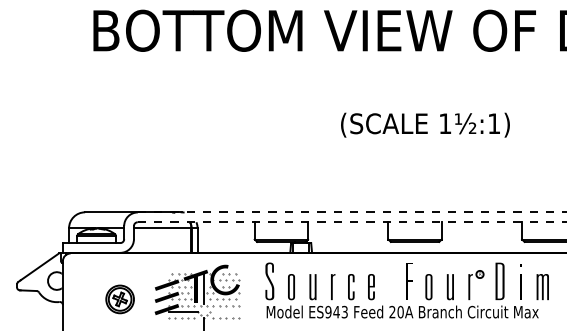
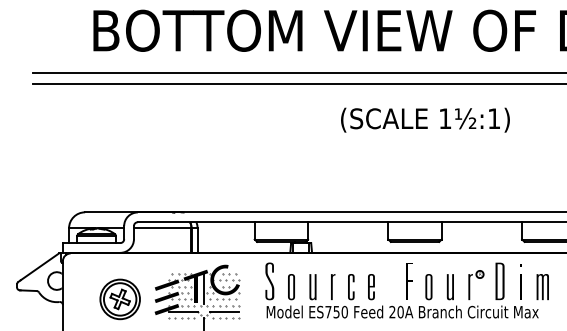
line at (298, 72): none -> present
line at (298, 84): none -> present
text at (425, 124) position: (425, 124) -> (425, 119)
line at (352, 212): dashed -> solid
line at (352, 222): dashed -> solid
part at (119, 299) size: 30x31 px -> 42x43 px
text at (336, 311): ES943 -> ES750
line at (224, 312): none -> present
